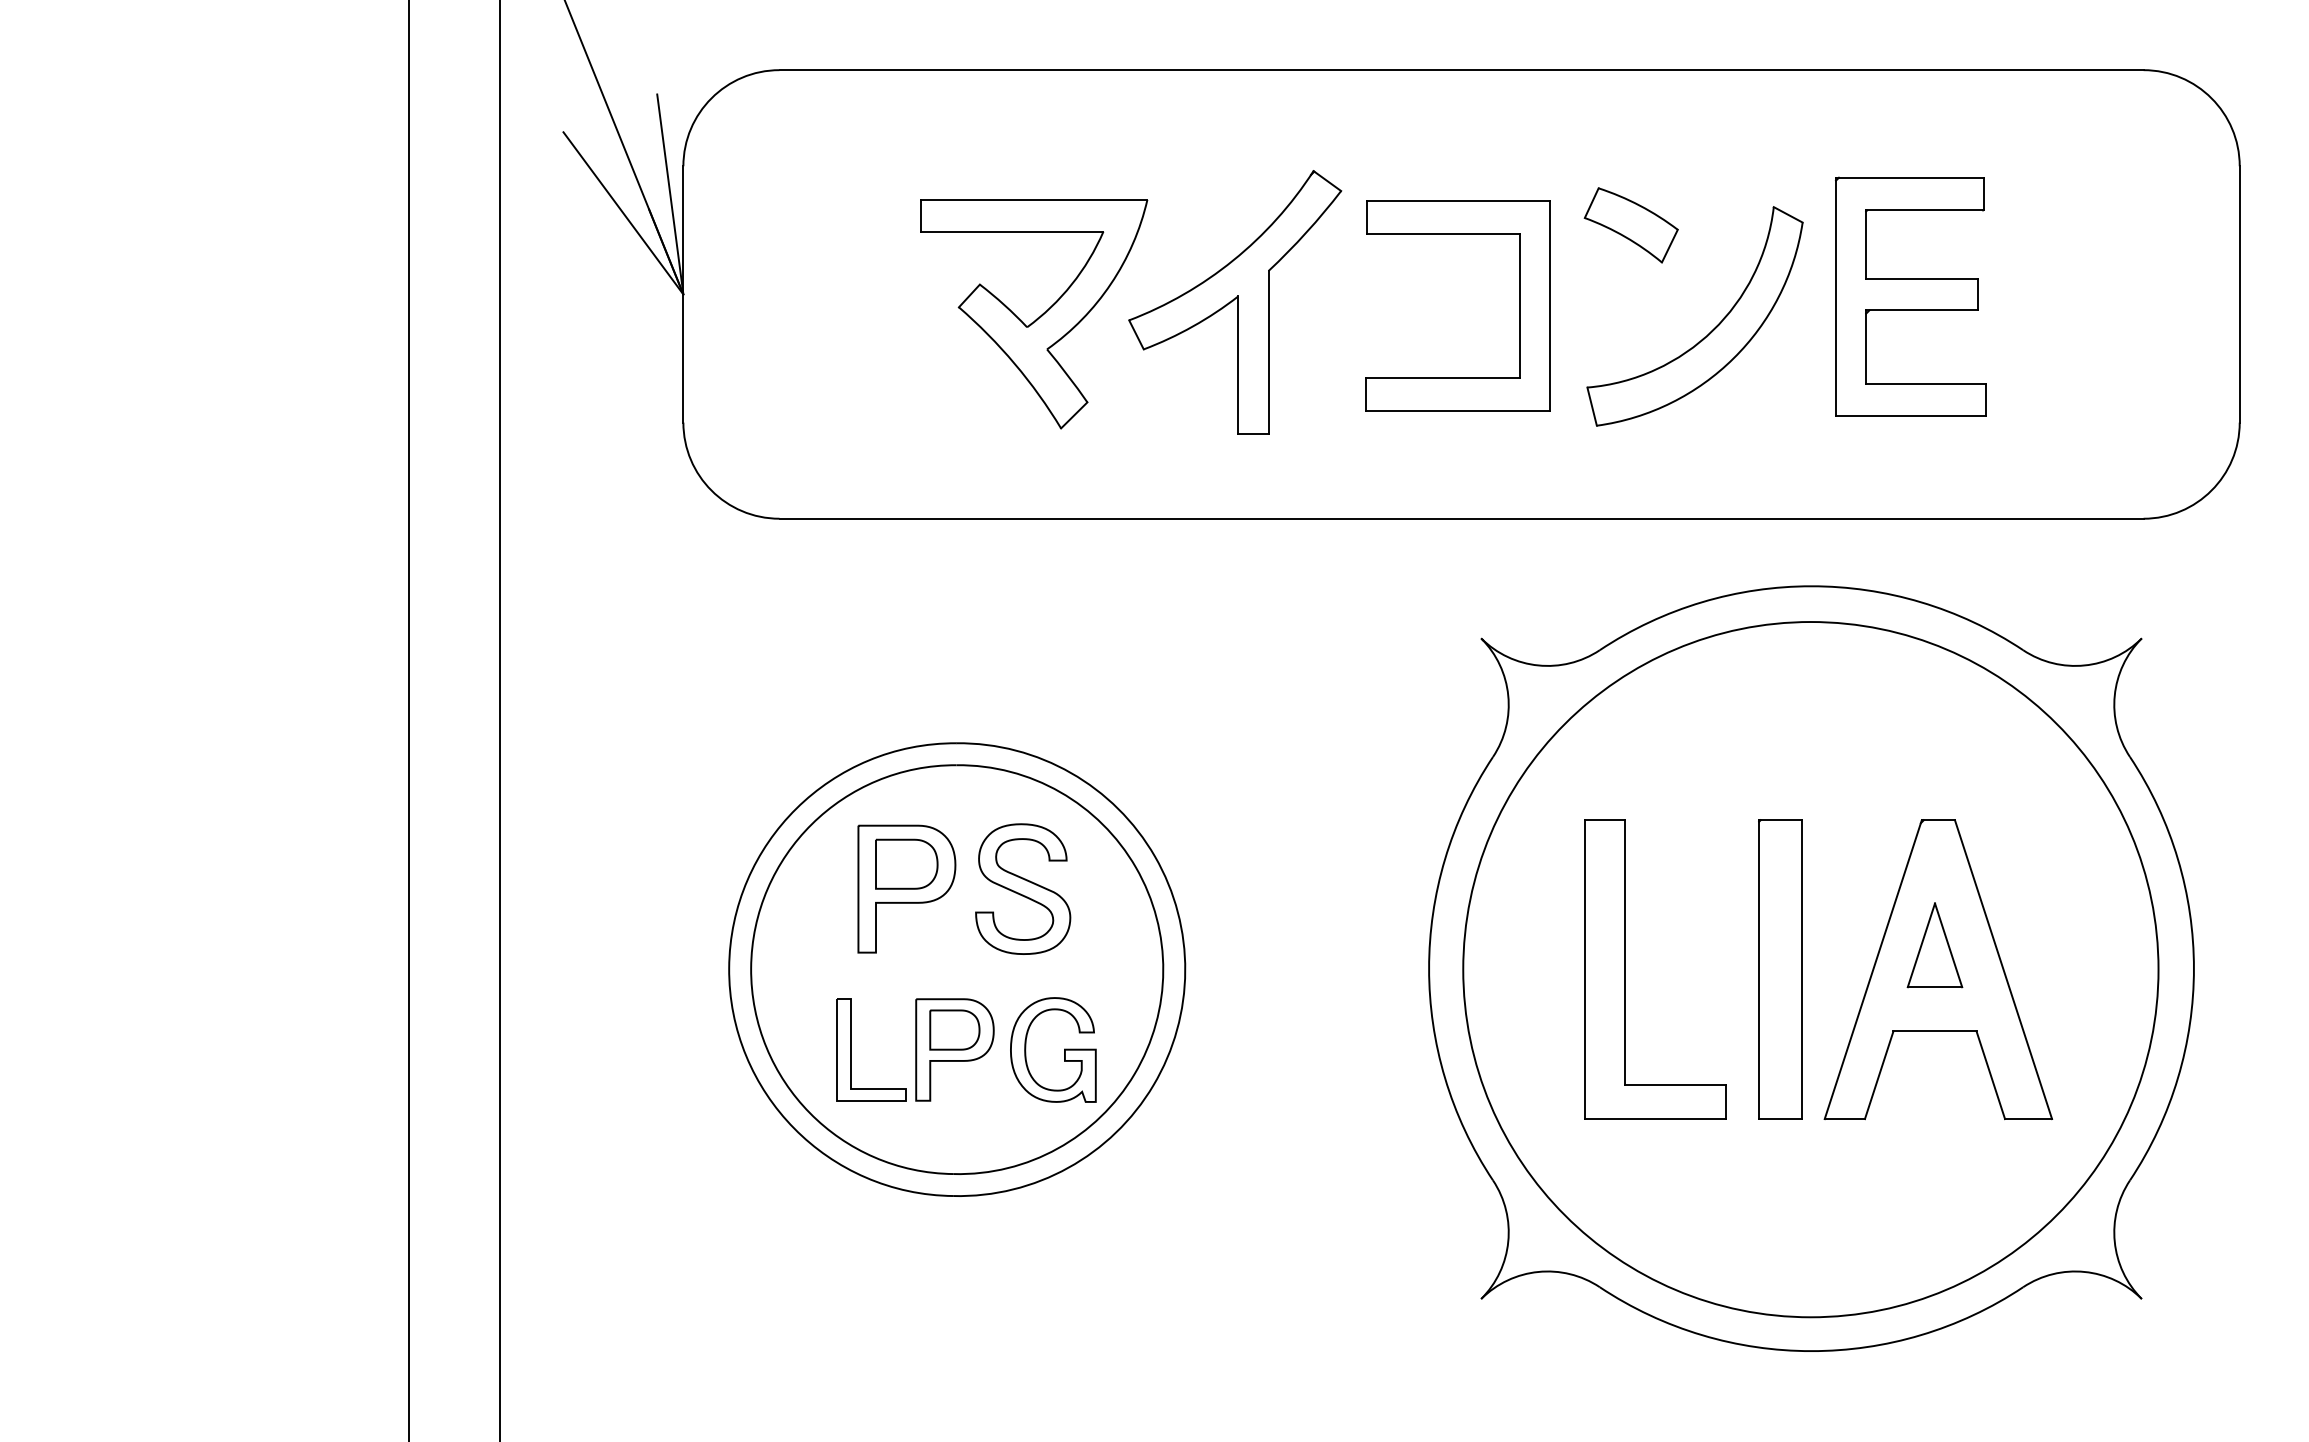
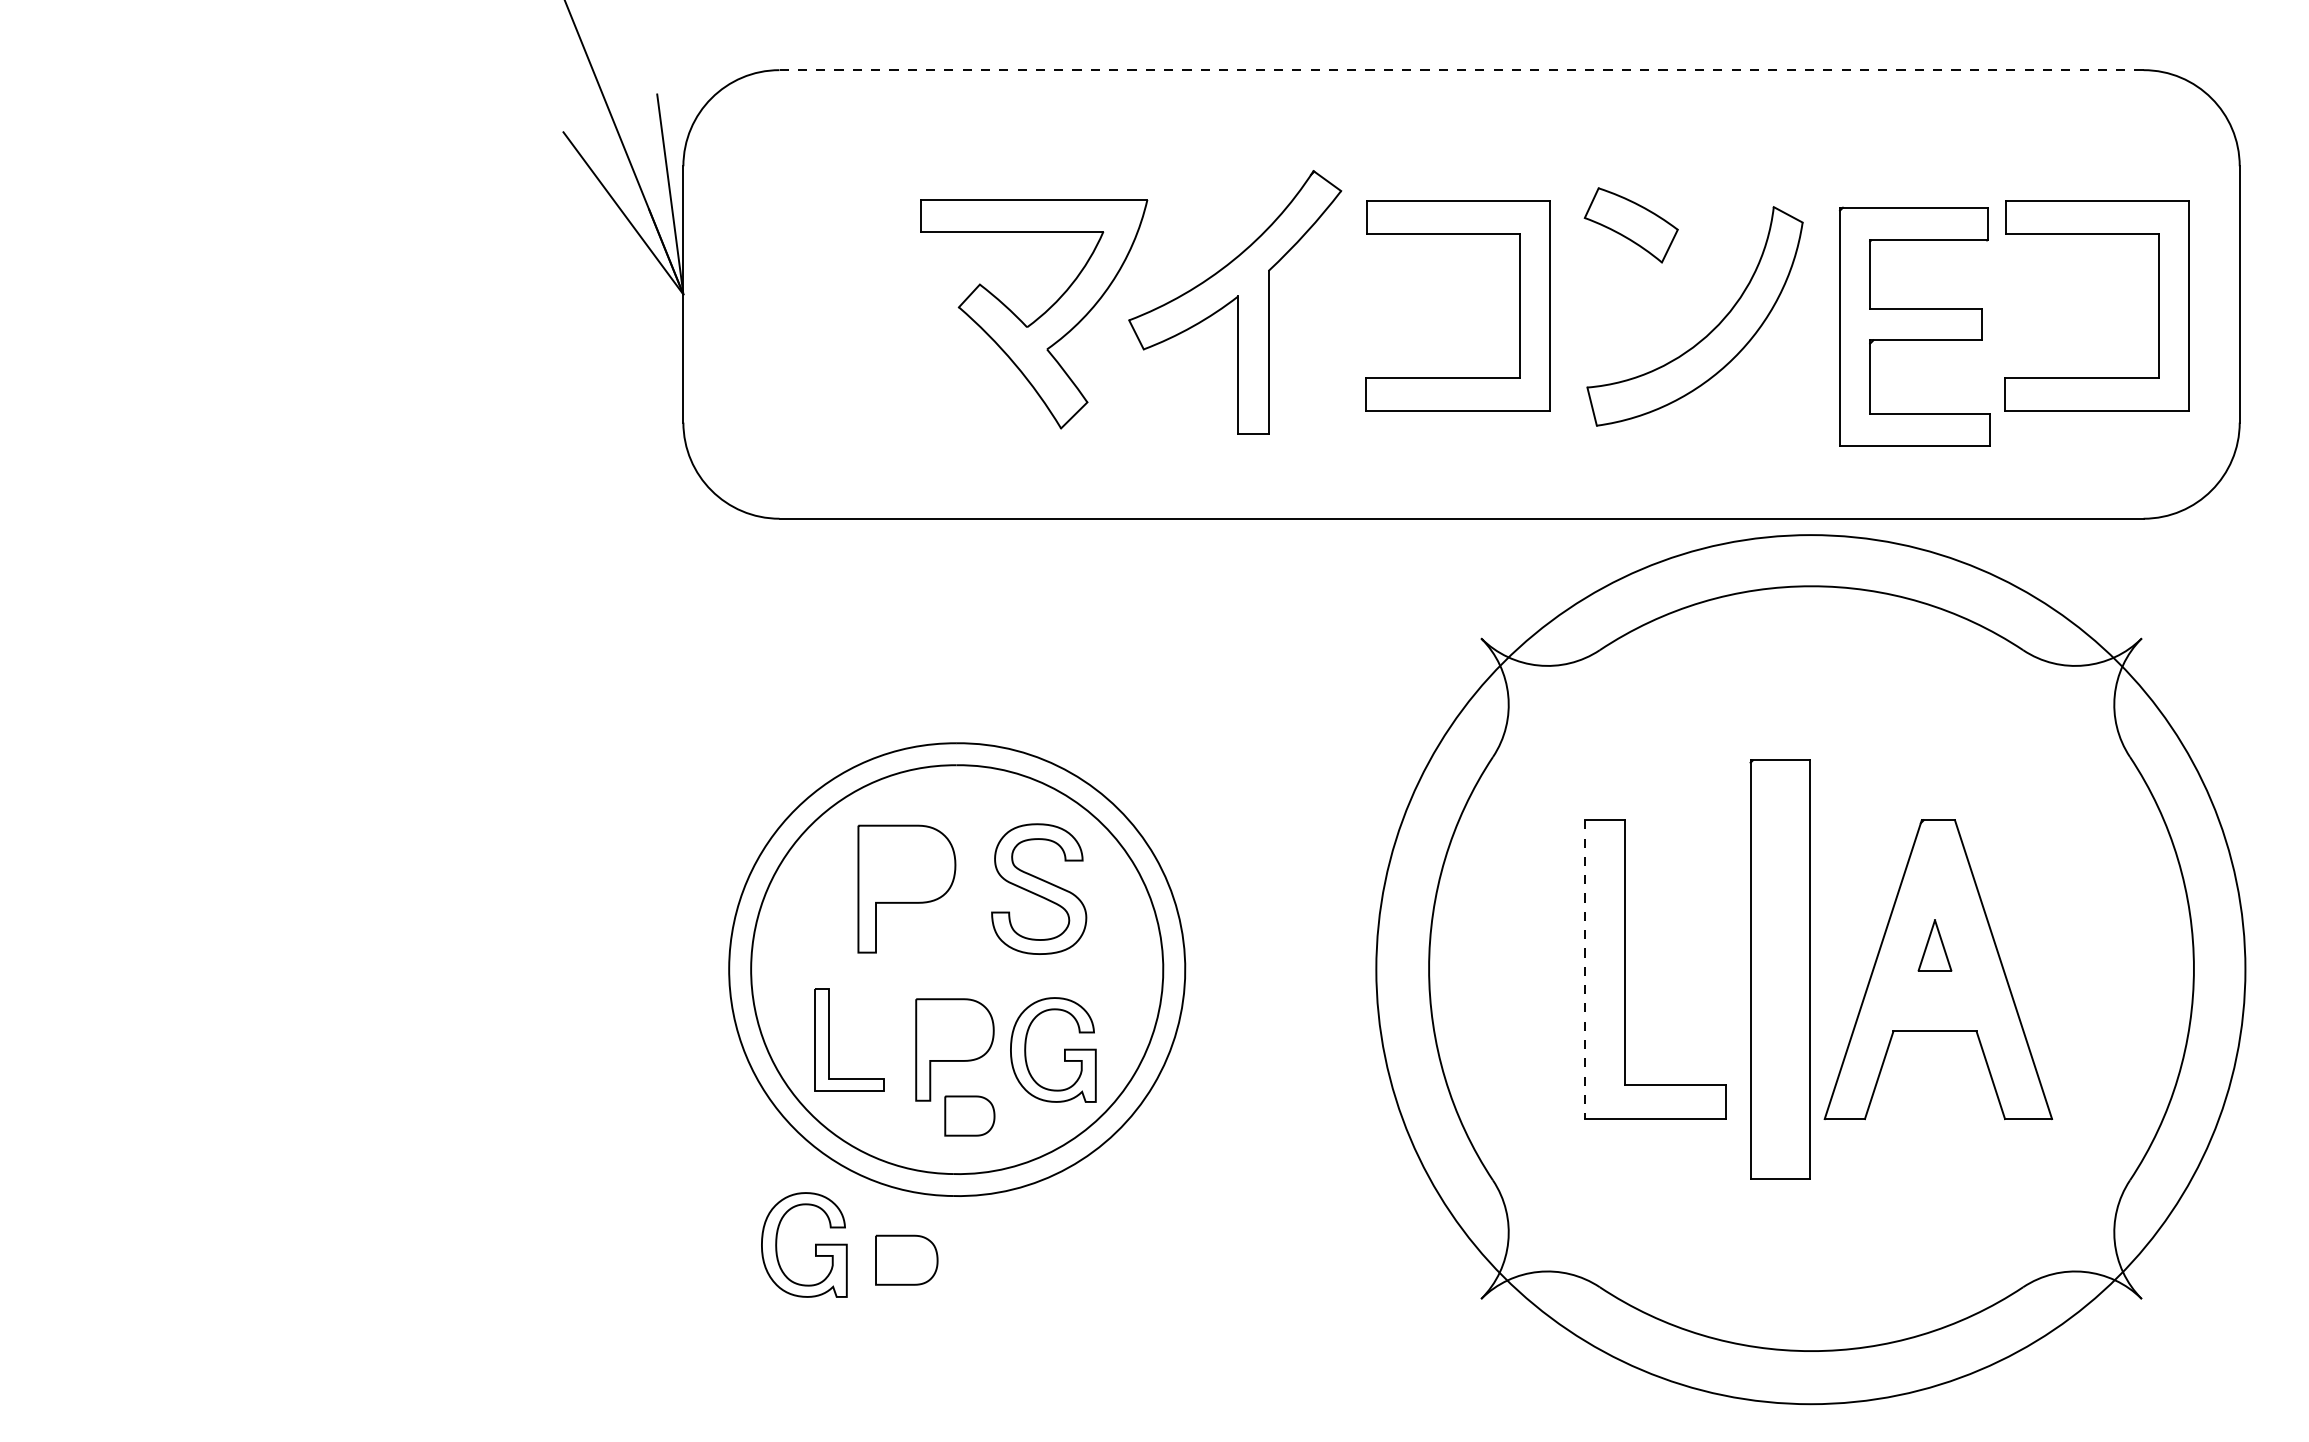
line at (1461, 70): solid -> dashed
part at (1910, 296) position: (1910, 296) -> (1914, 326)
part at (2158, 305): none -> present
line at (408, 720): present -> none
line at (500, 720): present -> none
part at (906, 863) position: (906, 863) -> (906, 1259)
part at (1023, 888) position: (1023, 888) -> (1039, 888)
part at (1934, 945) size: 58x87 px -> 36x53 px
part at (1780, 969) size: 45x301 px -> 62x421 px
circle at (1810, 969) diameter: 695 px -> 869 px
line at (1584, 970): solid -> dashed
part at (954, 1029) position: (954, 1029) -> (969, 1115)
part at (851, 1049) position: (851, 1049) -> (829, 1039)
part at (815, 1244): none -> present
